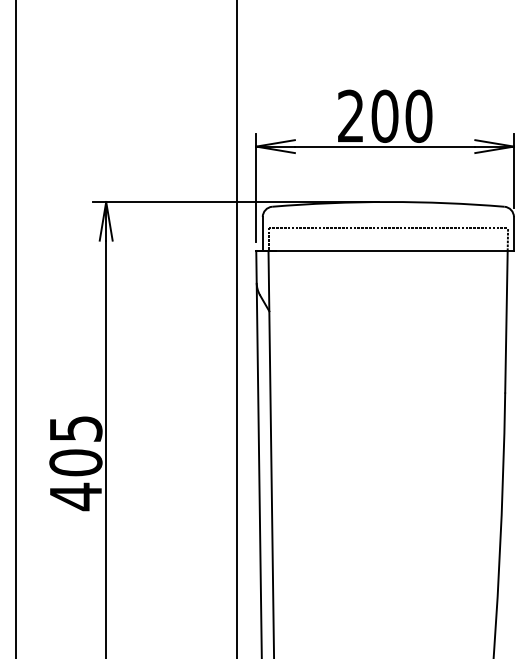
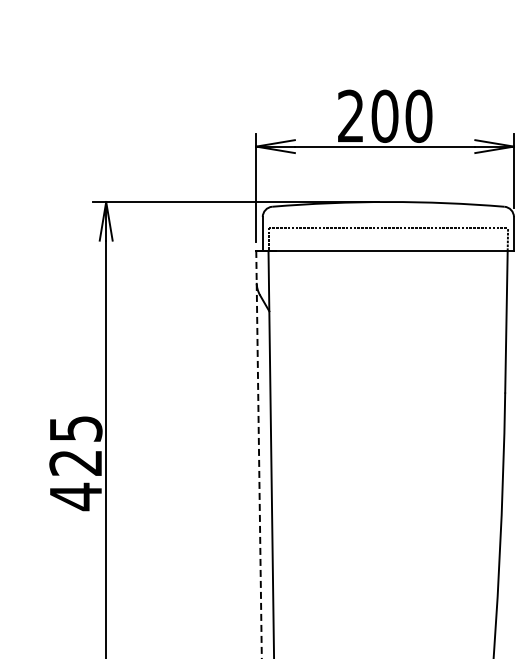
line at (16, 328): present -> none
line at (236, 328): present -> none
line at (259, 454): solid -> dashed
text at (75, 462): 405 -> 425
